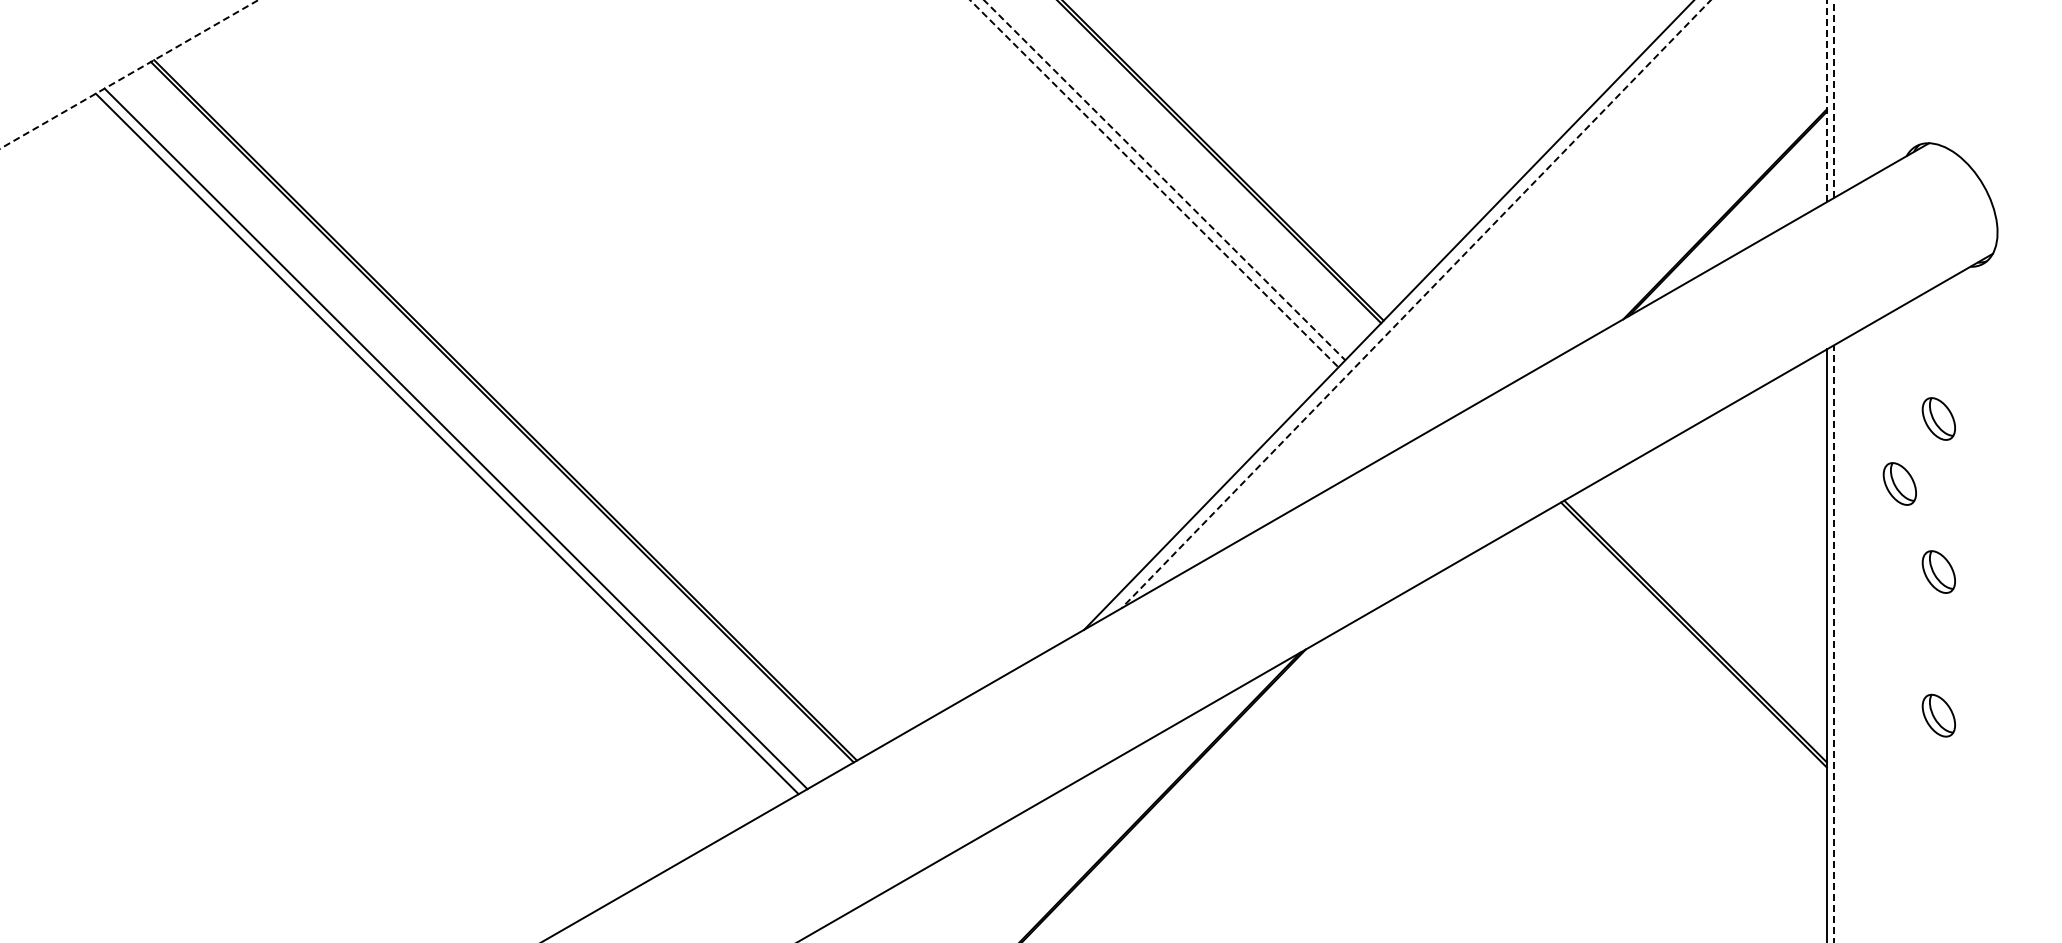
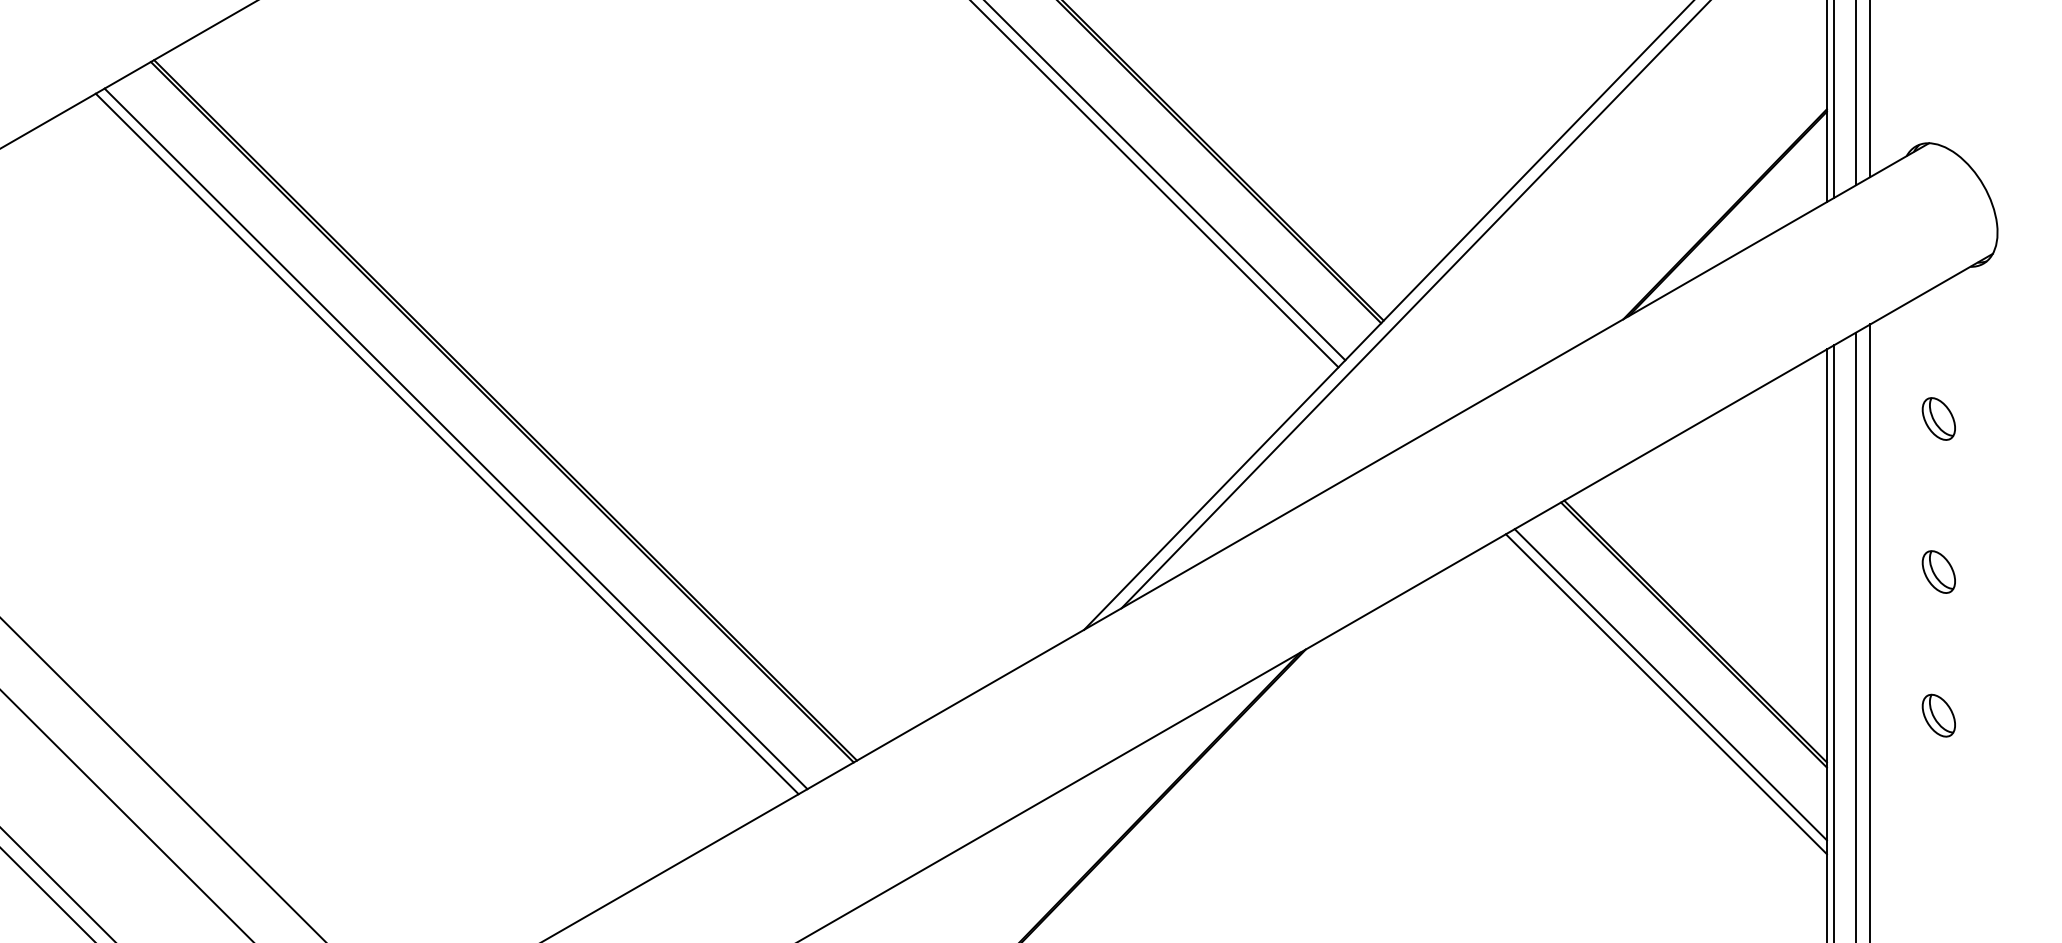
line at (129, 74): dashed -> solid
line at (1870, 89): none -> present
line at (1855, 93): none -> present
line at (1834, 98): dashed -> solid
line at (1826, 101): dashed -> solid
line at (1164, 180): dashed -> solid
line at (1154, 183): dashed -> solid
line at (1415, 304): dashed -> solid
part at (1899, 483): present -> none
line at (1870, 631): none -> present
line at (1855, 635): none -> present
line at (1834, 644): dashed -> solid
line at (1670, 684): none -> present
line at (1665, 694): none -> present
line at (162, 779): none -> present
line at (126, 815): none -> present
line at (57, 884): none -> present
line at (47, 894): none -> present
